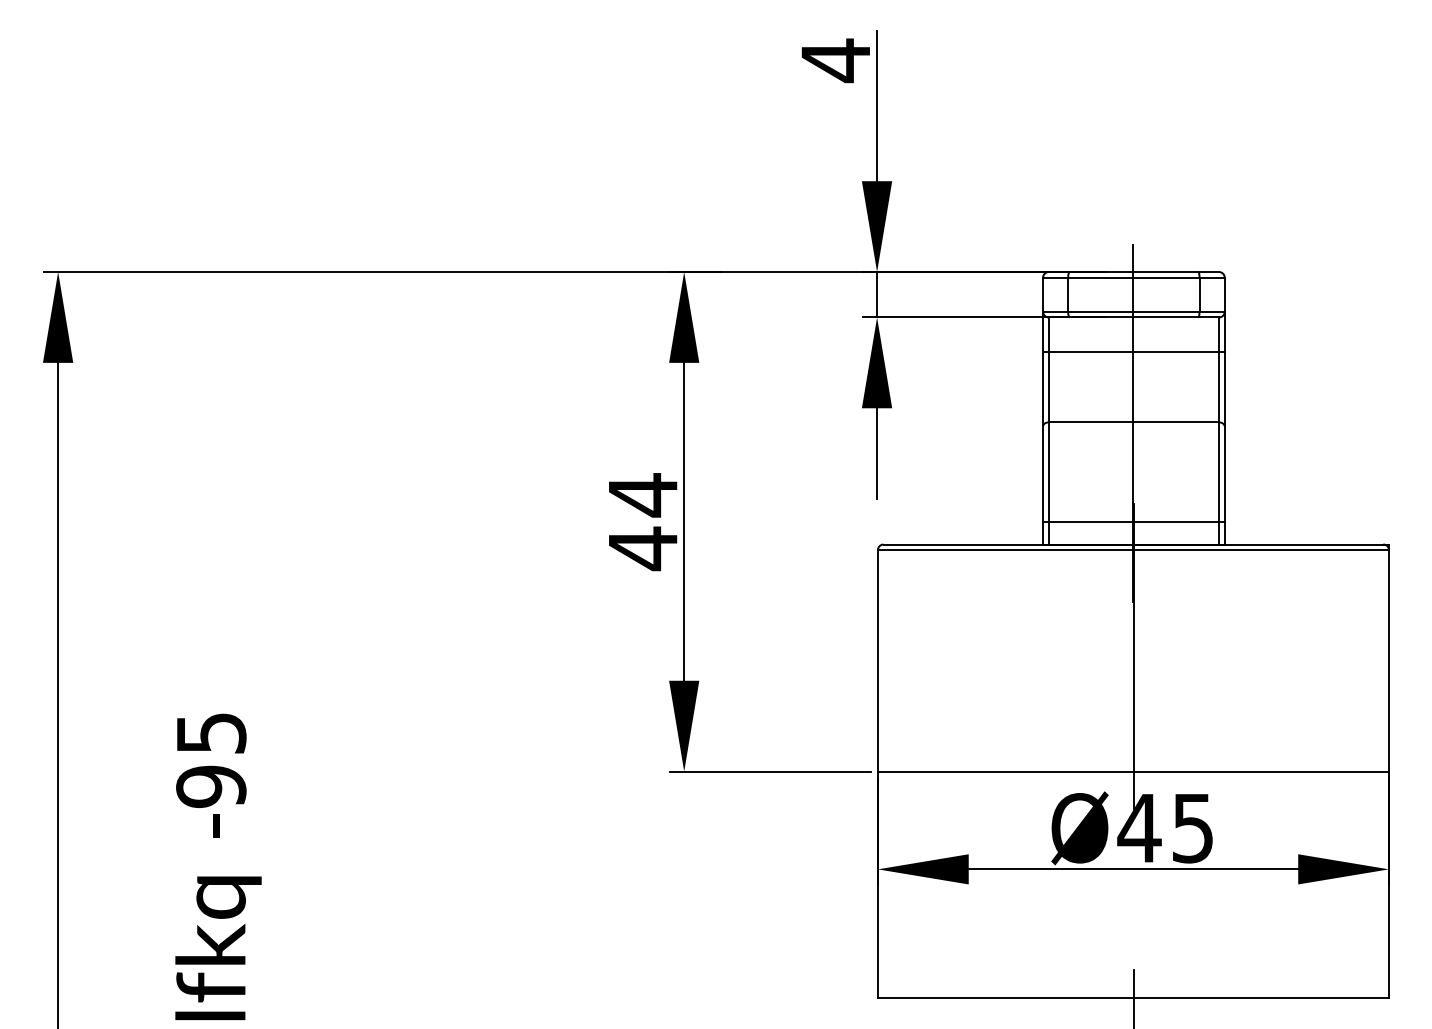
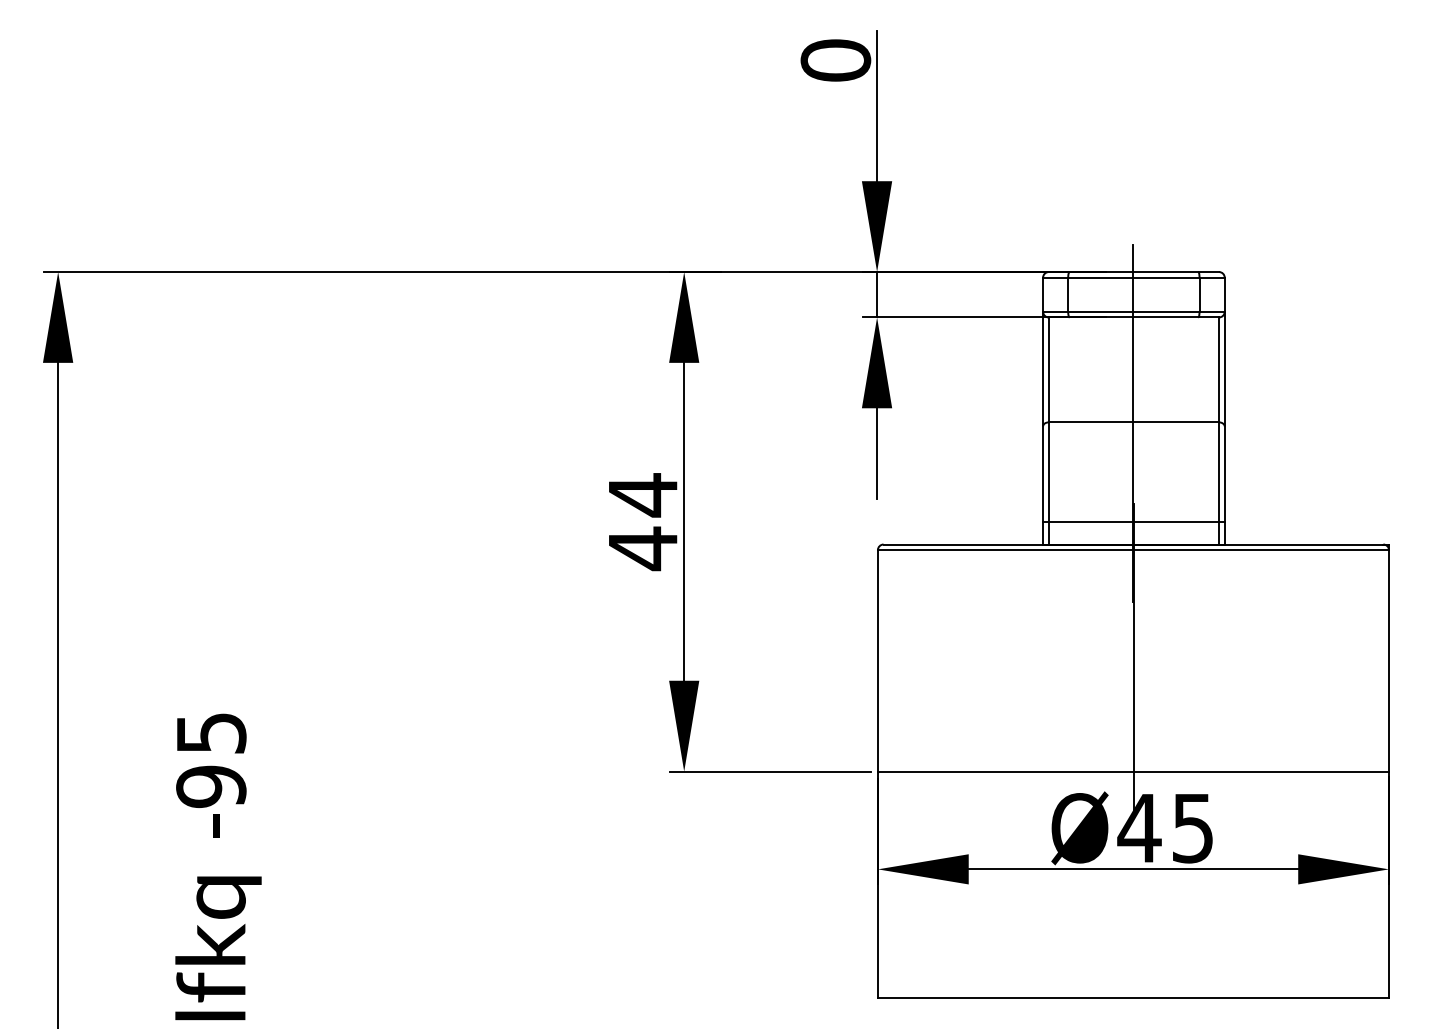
text at (835, 60): 4 -> 0
line at (1133, 351): present -> none
line at (1134, 997): present -> none
